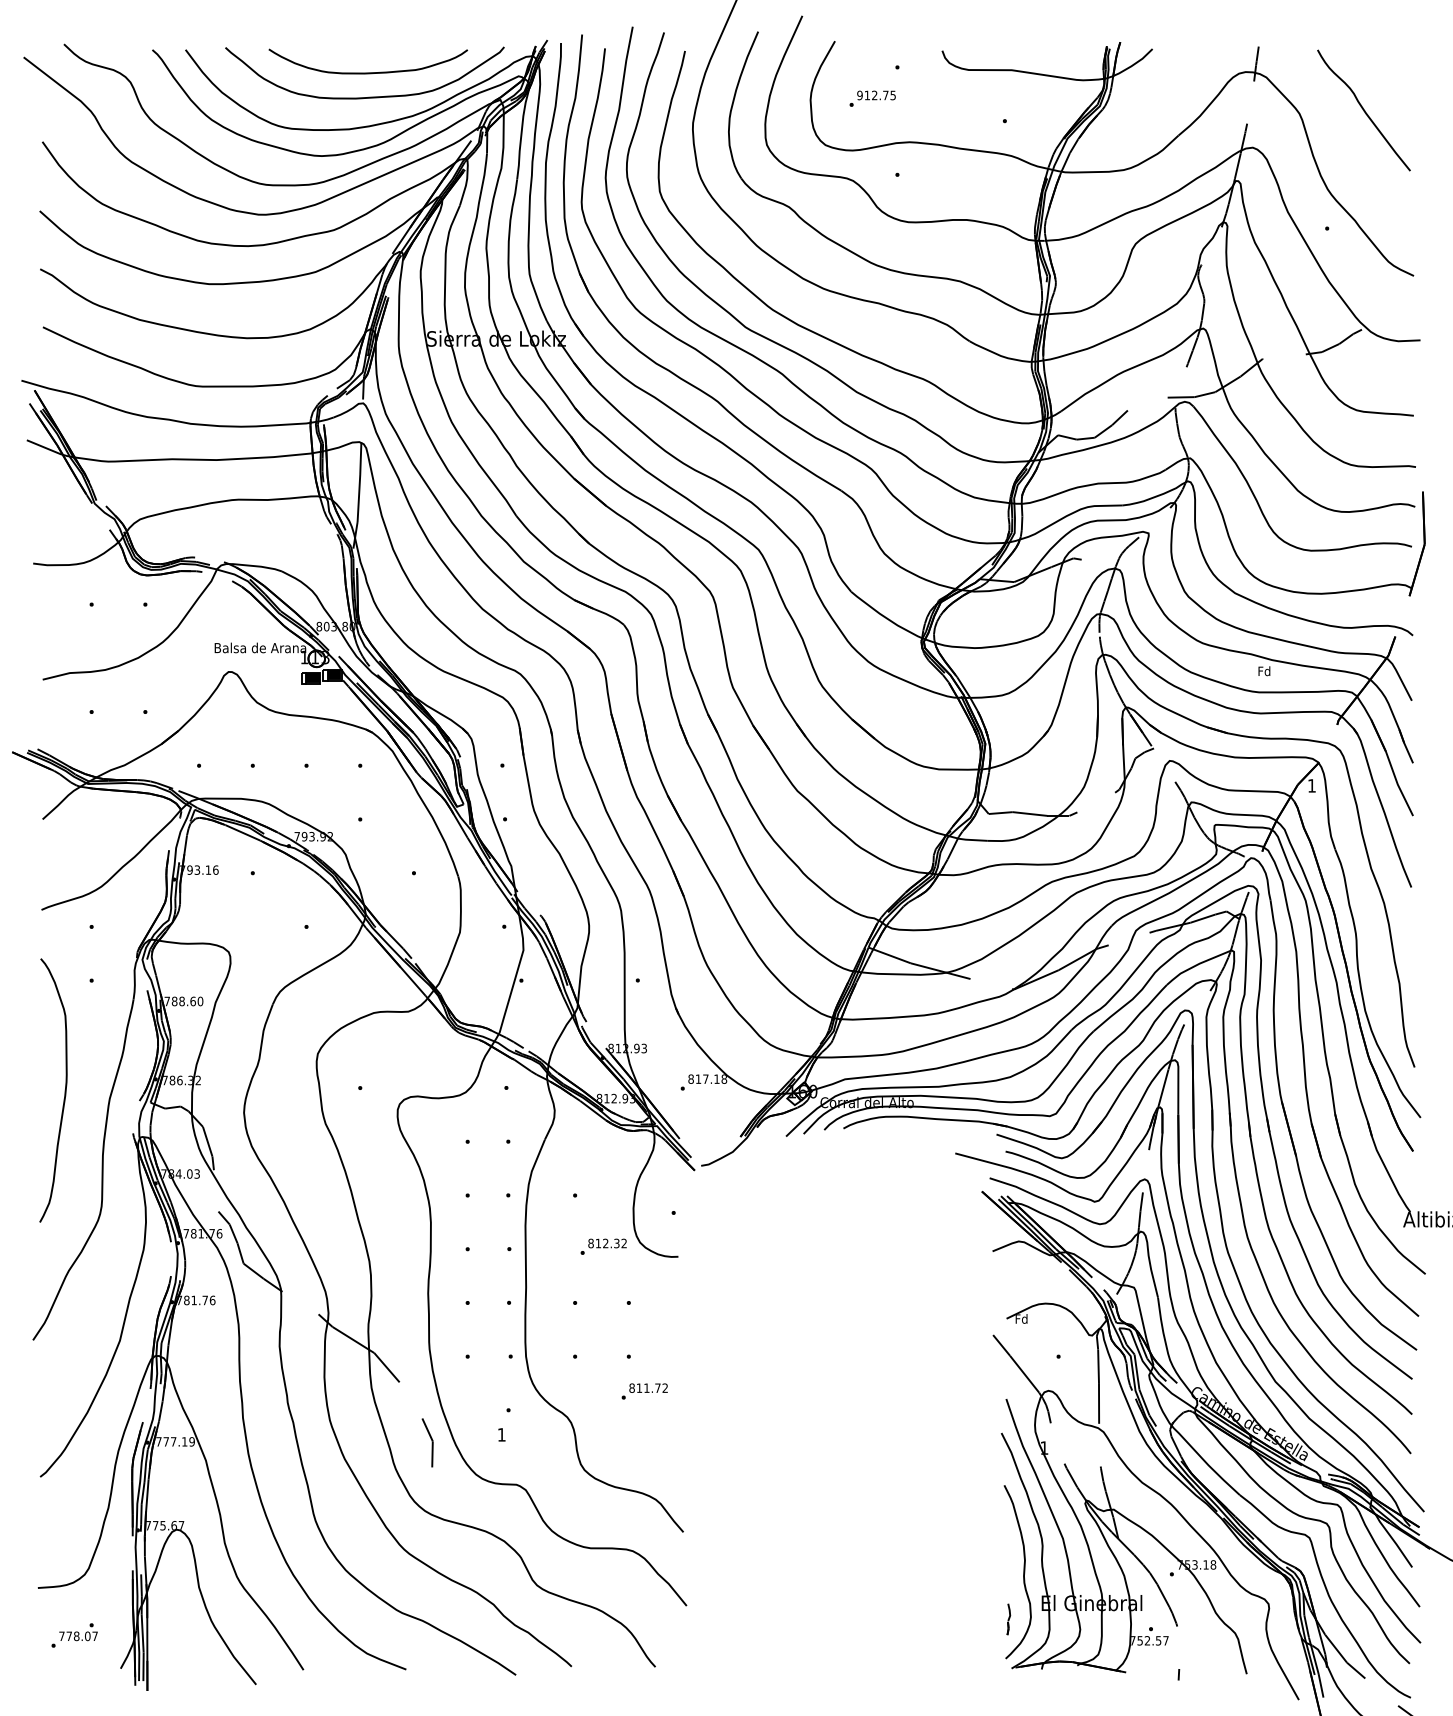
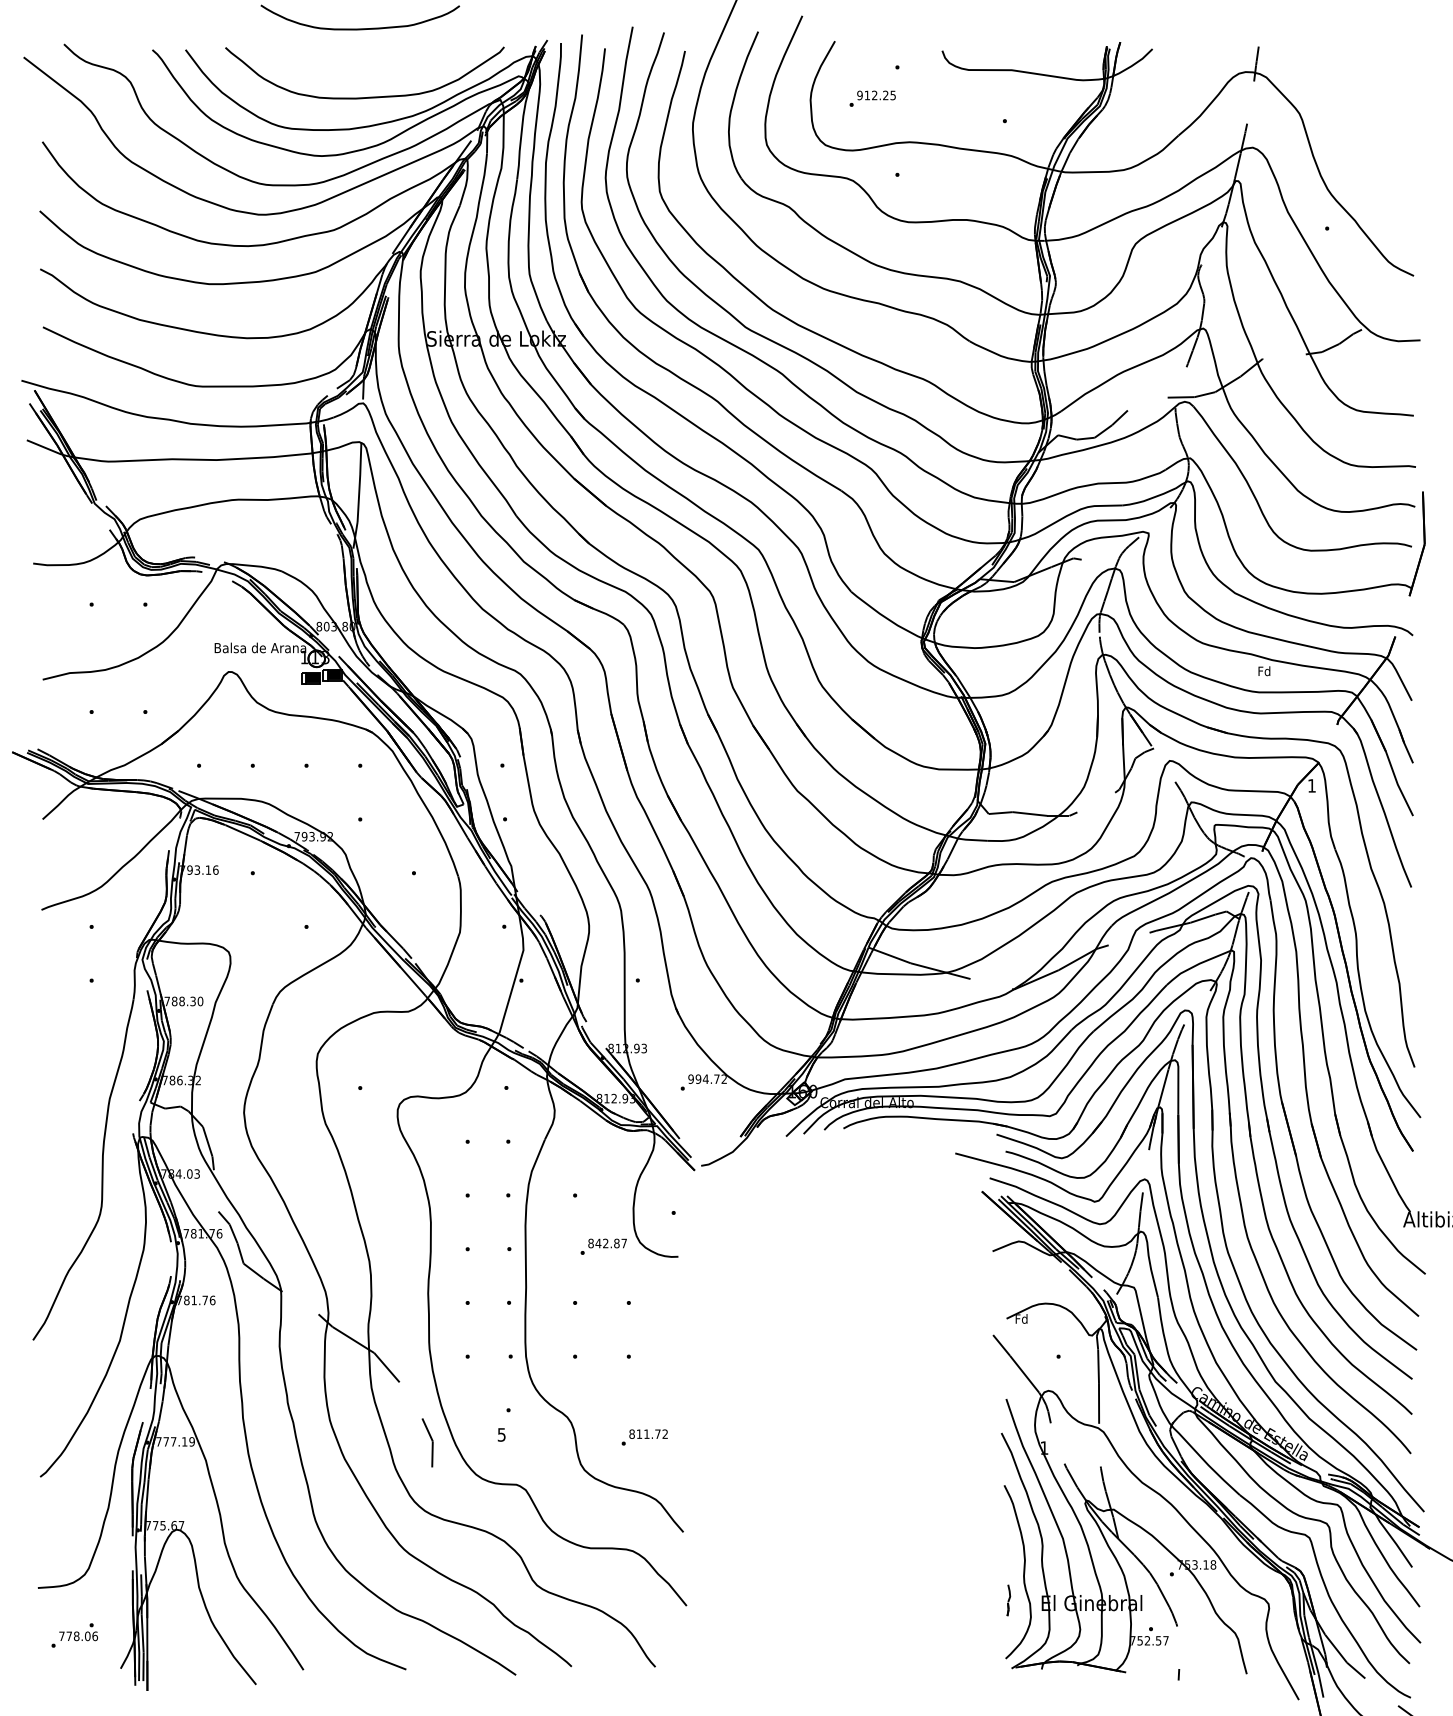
curve at (368, 72) position: (368, 72) -> (360, 28)
text at (885, 95): 912.75 -> 912.25
curve at (1363, 110): present -> none
text at (192, 1001): 788.60 -> 788.30
text at (707, 1078): 817.18 -> 994.72
curve at (64, 1090): present -> none
text at (610, 1243): 812.32 -> 842.87
text at (644, 1391) position: (644, 1391) -> (644, 1437)
text at (501, 1434): 1 -> 5
part at (1008, 1619) position: (1008, 1619) -> (1008, 1600)
text at (94, 1636): 778.07 -> 778.06
